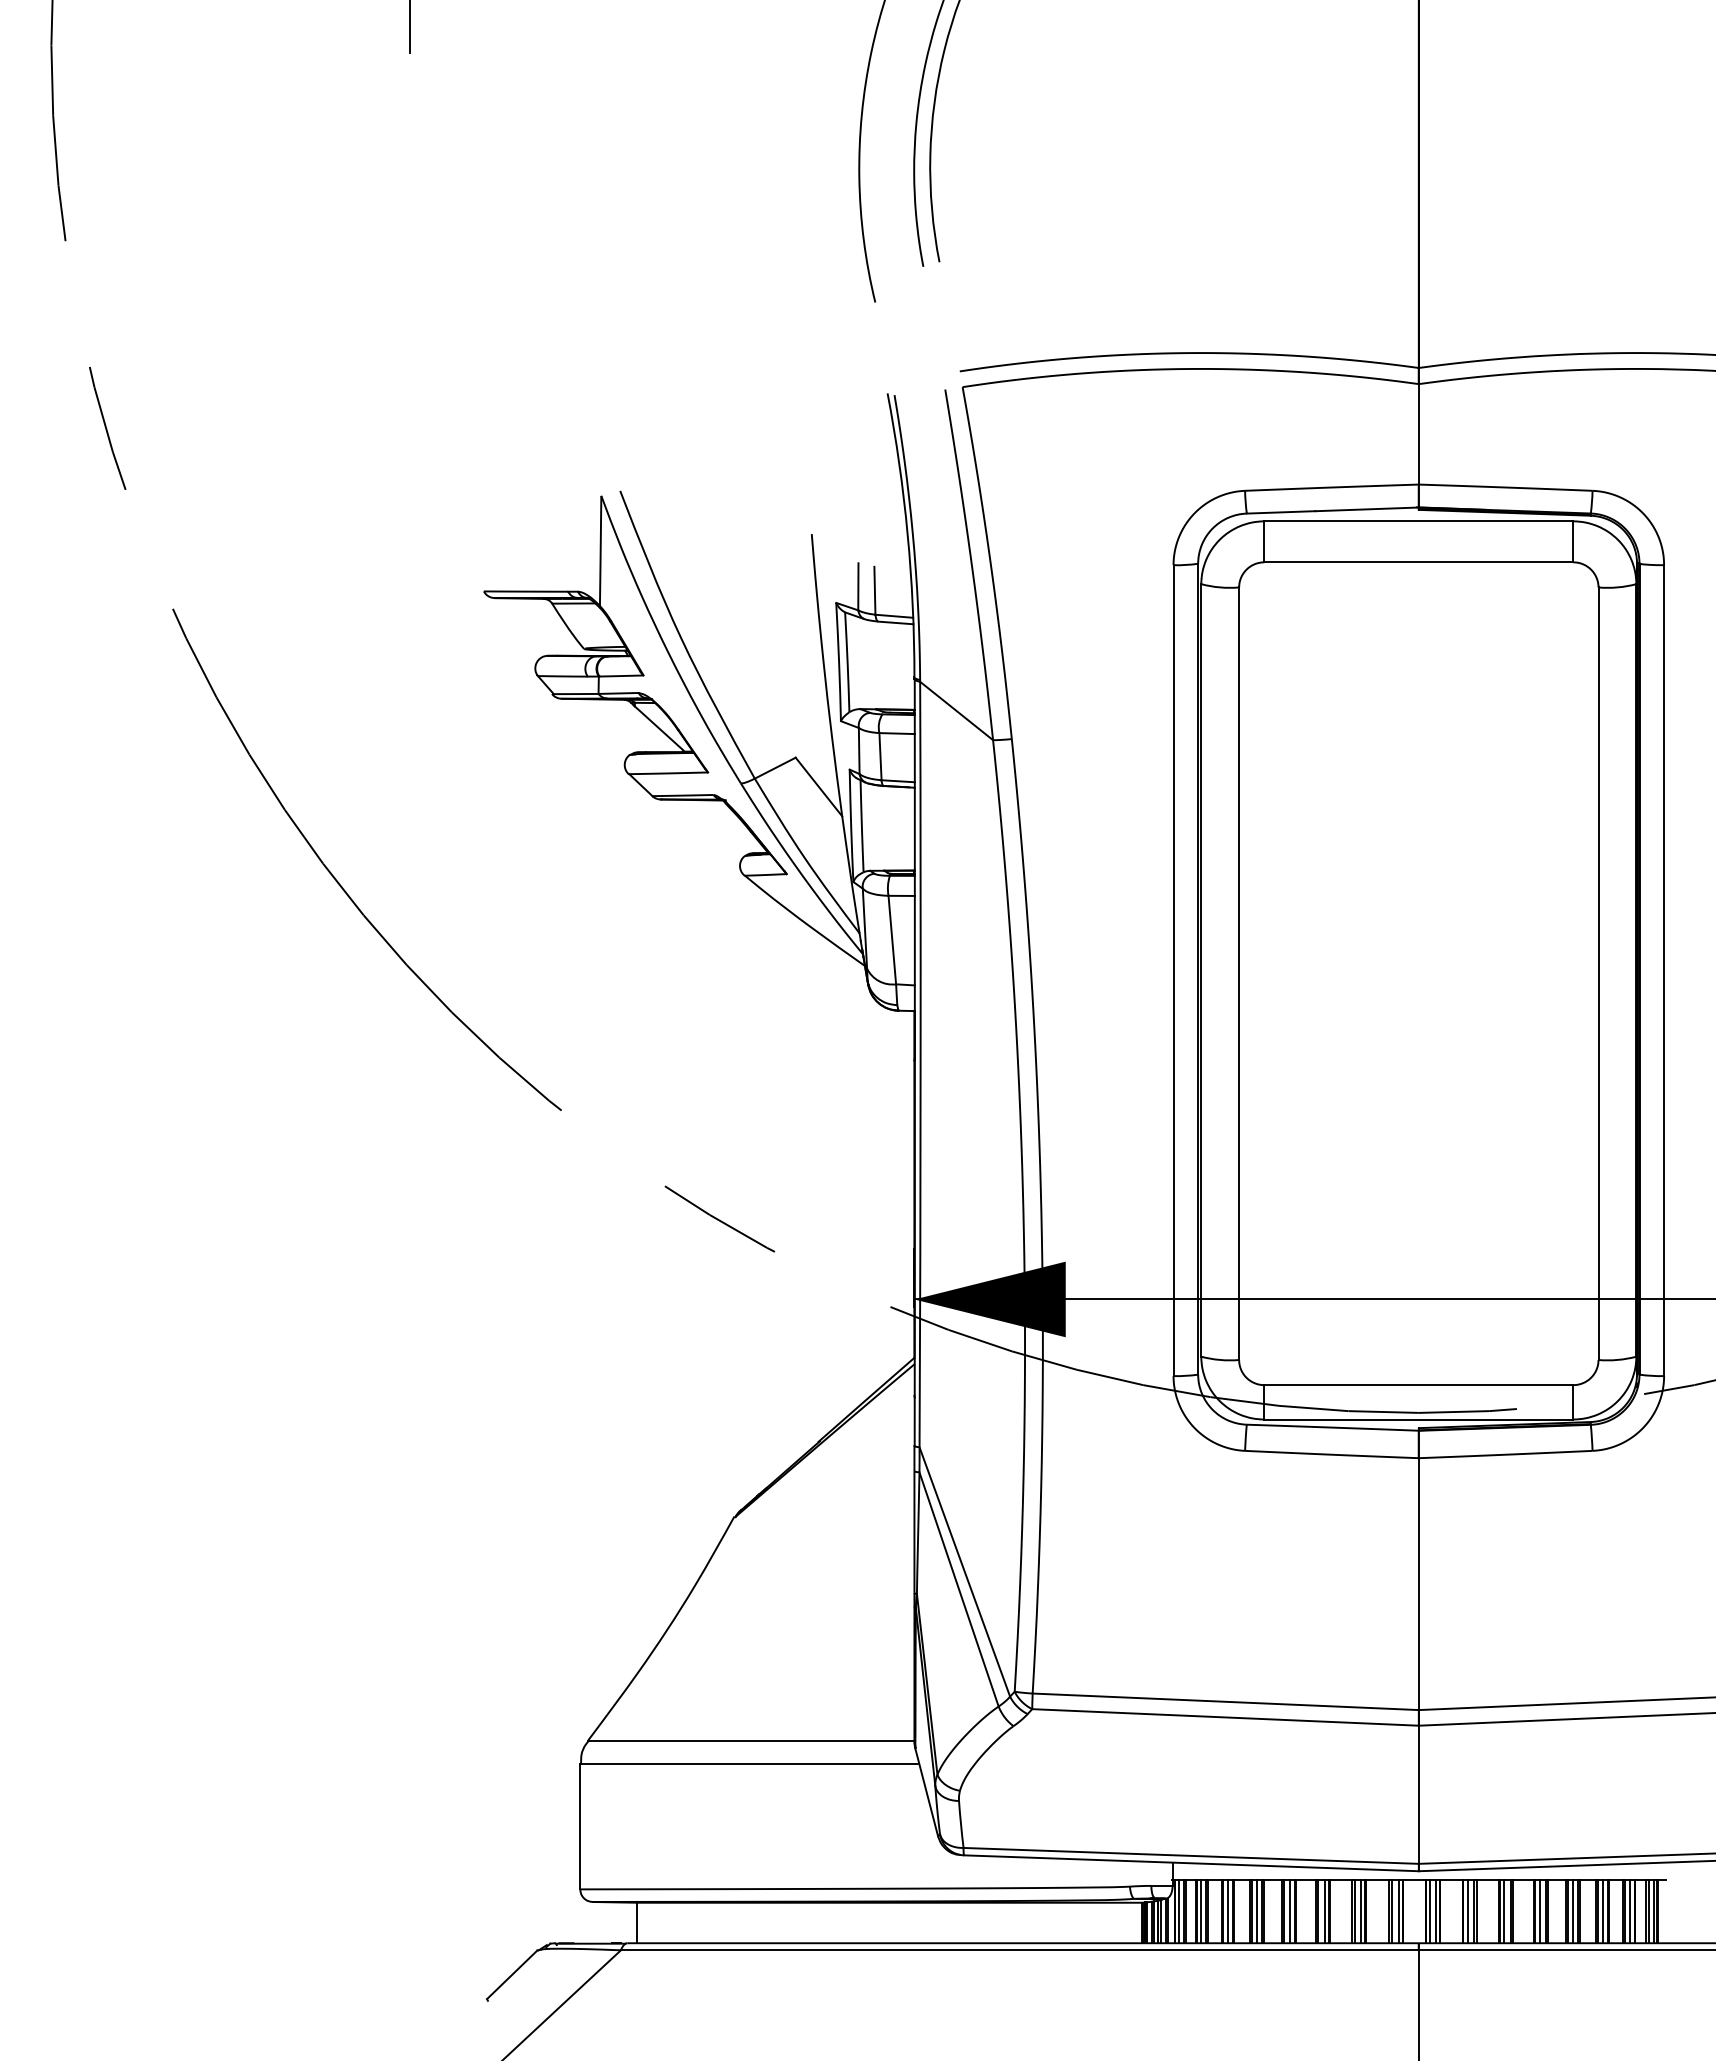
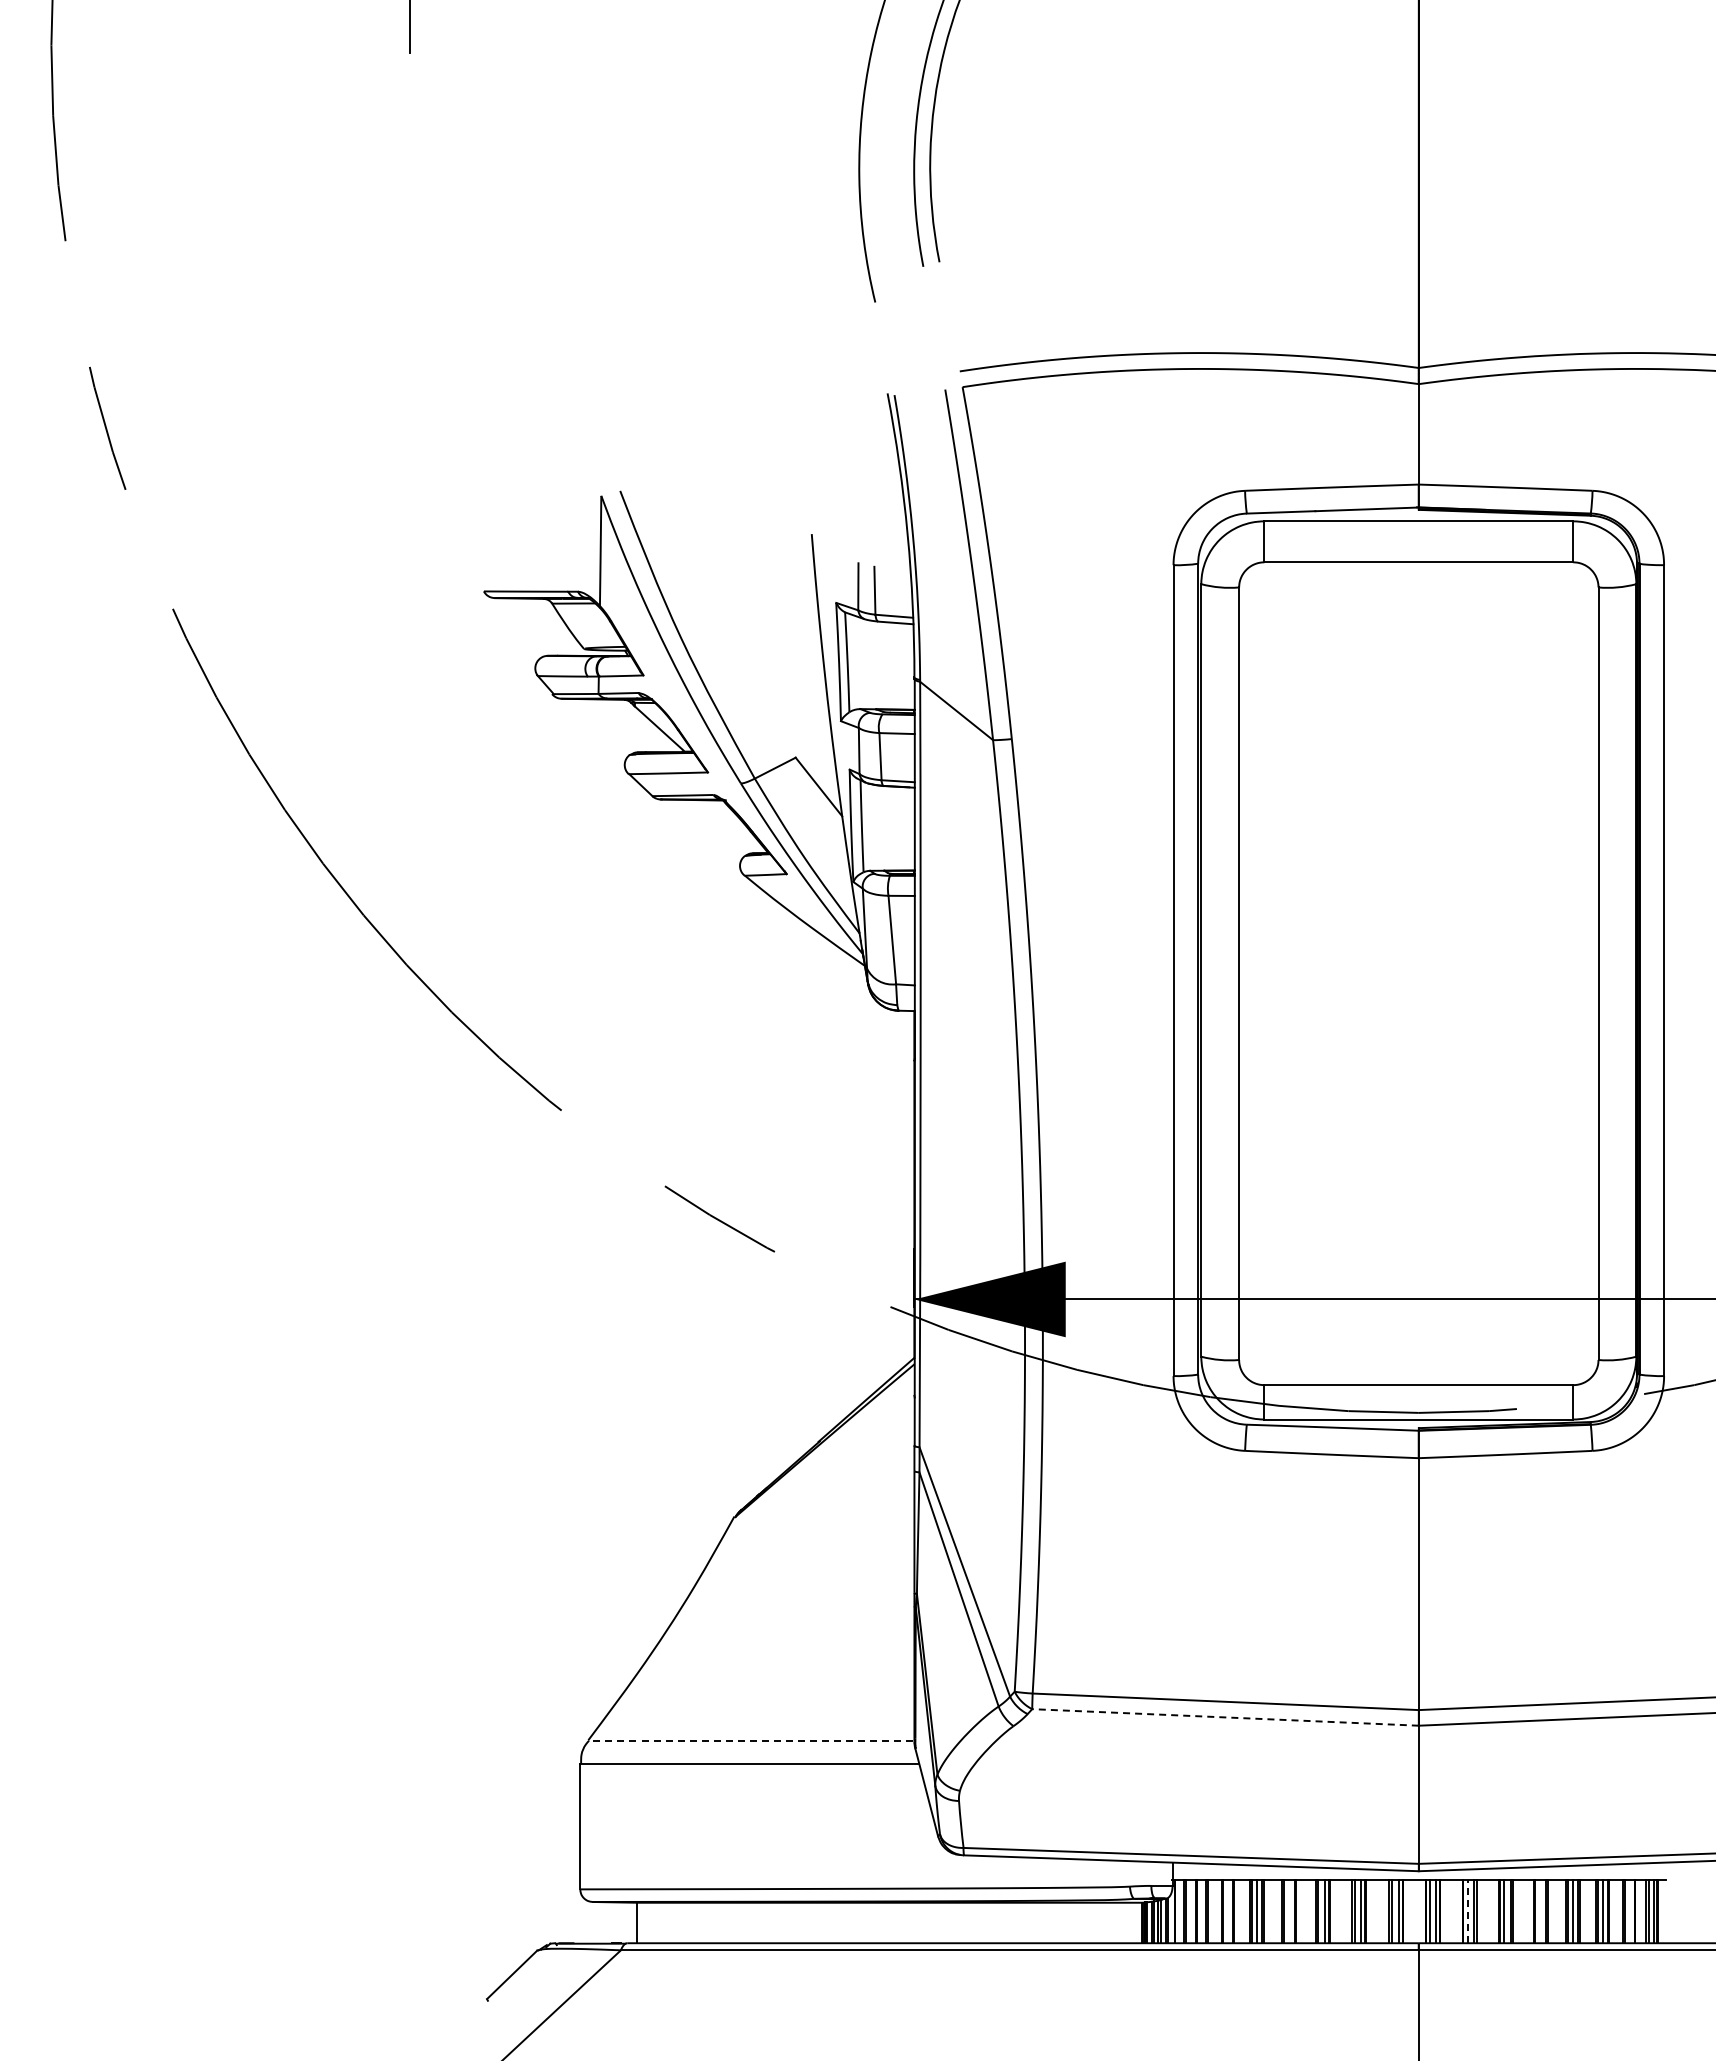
line at (1225, 1717): solid -> dashed
line at (750, 1741): solid -> dashed
line at (1178, 1911): present -> none
line at (1201, 1911): present -> none
line at (1227, 1911): present -> none
line at (1289, 1911): present -> none
line at (1467, 1911): solid -> dashed
line at (1539, 1911): present -> none
line at (1630, 1911): present -> none
